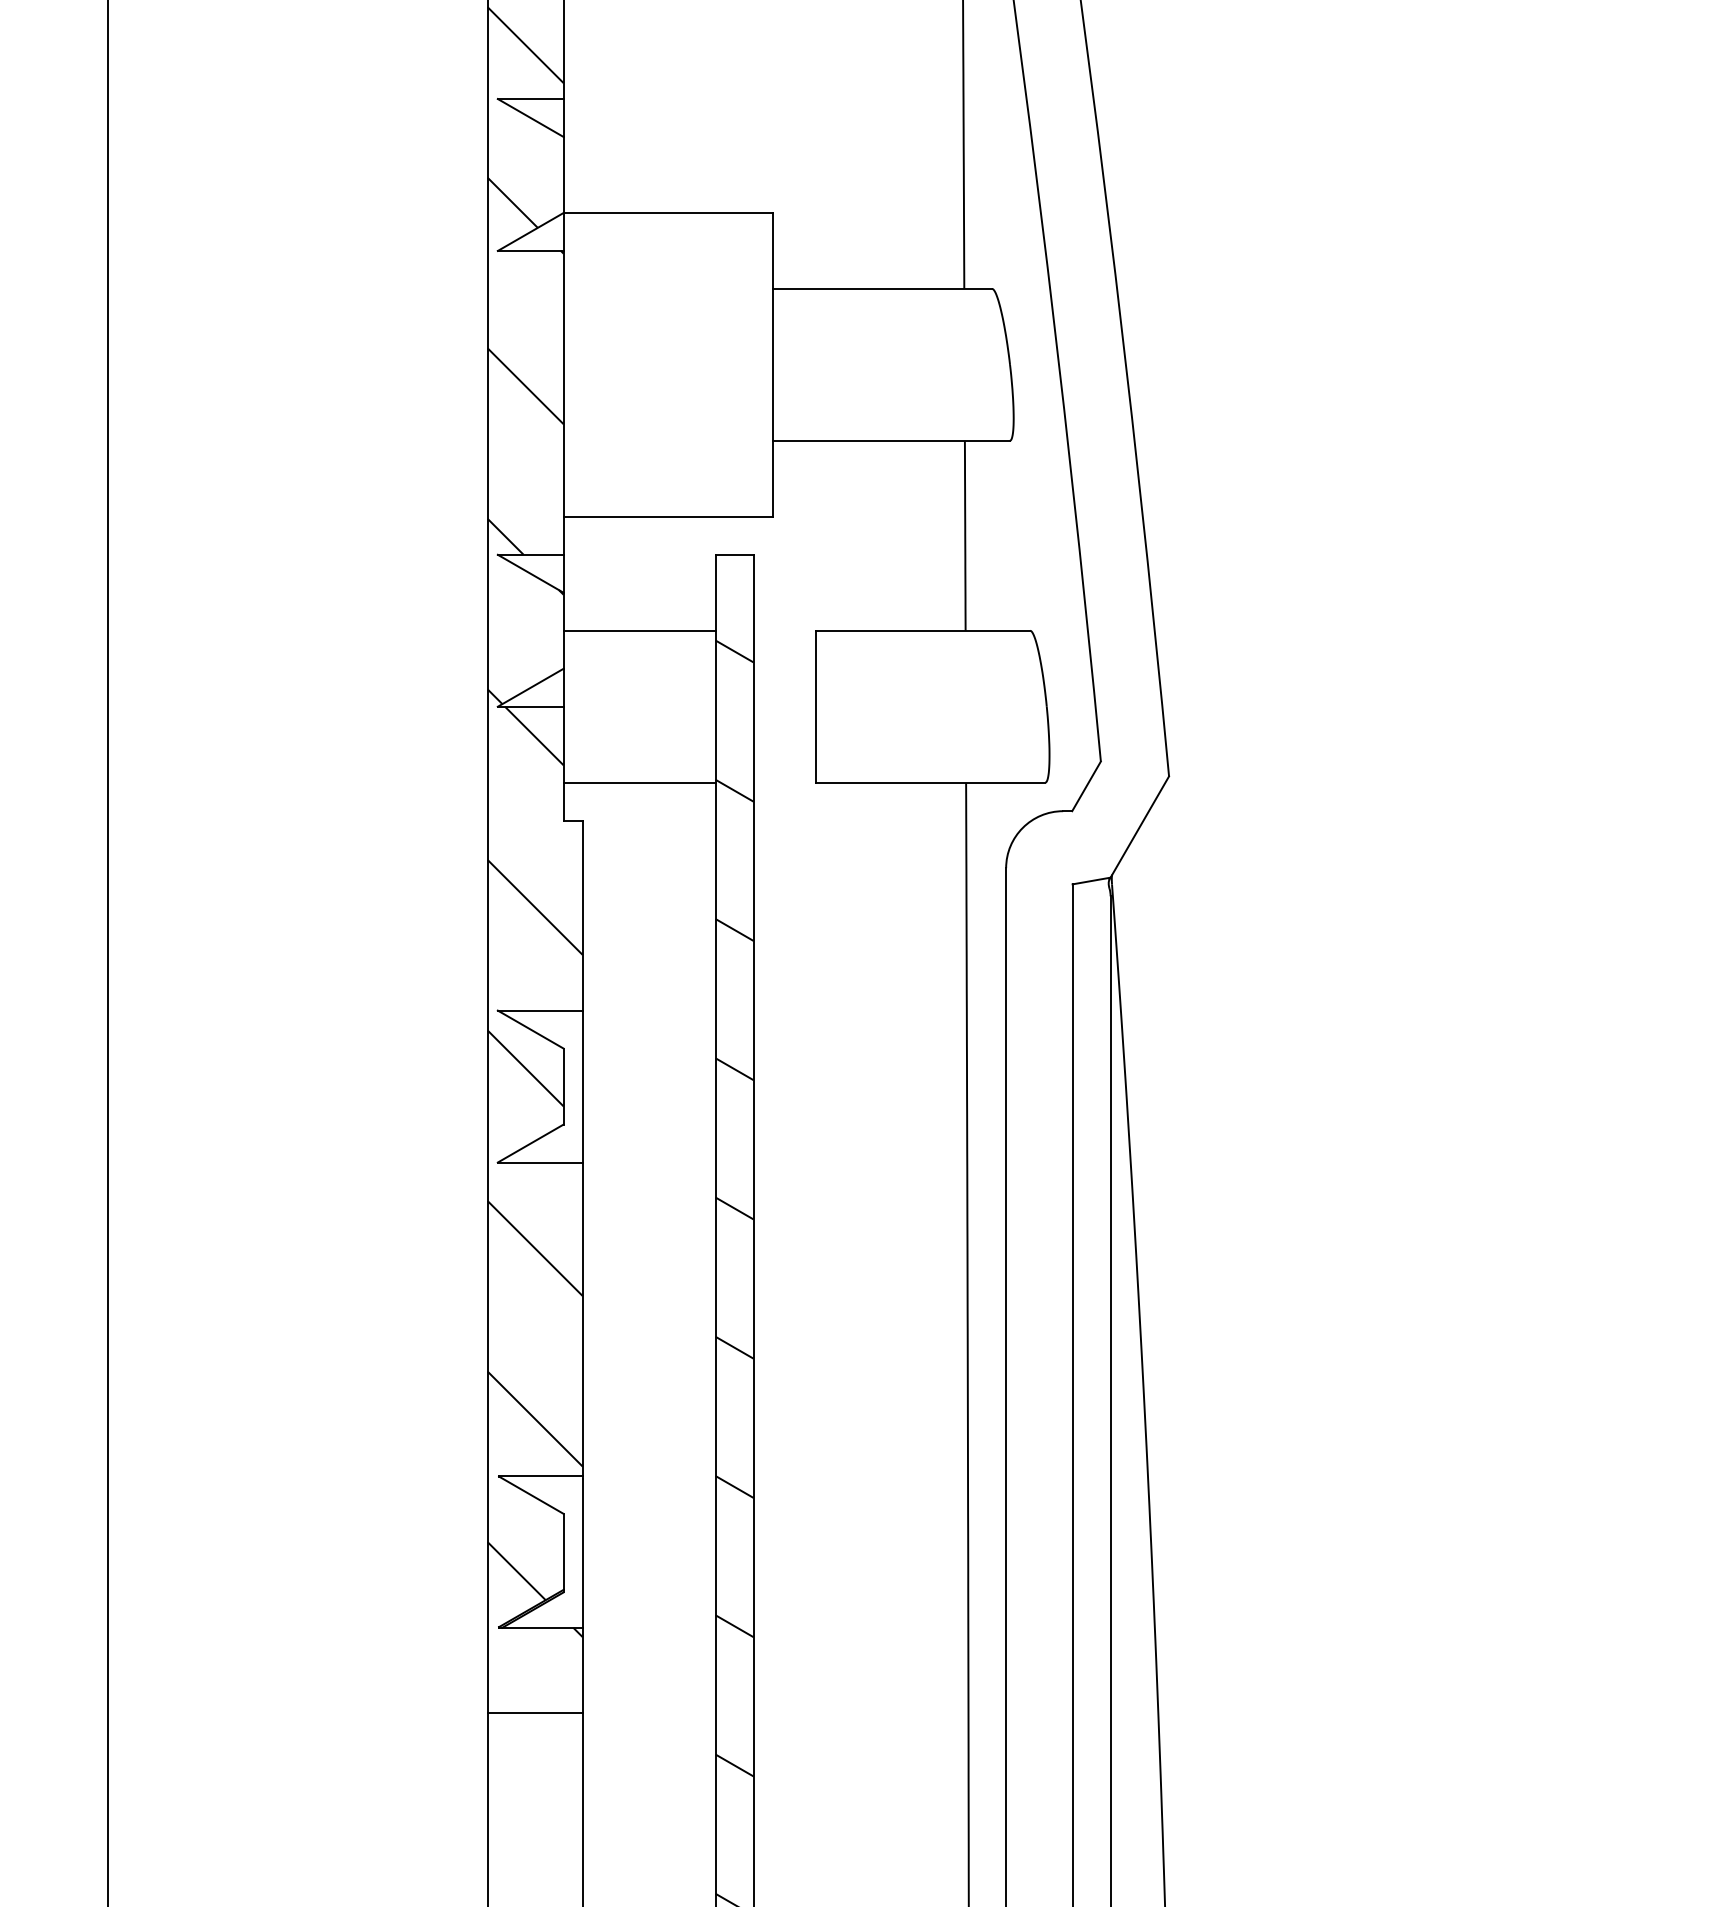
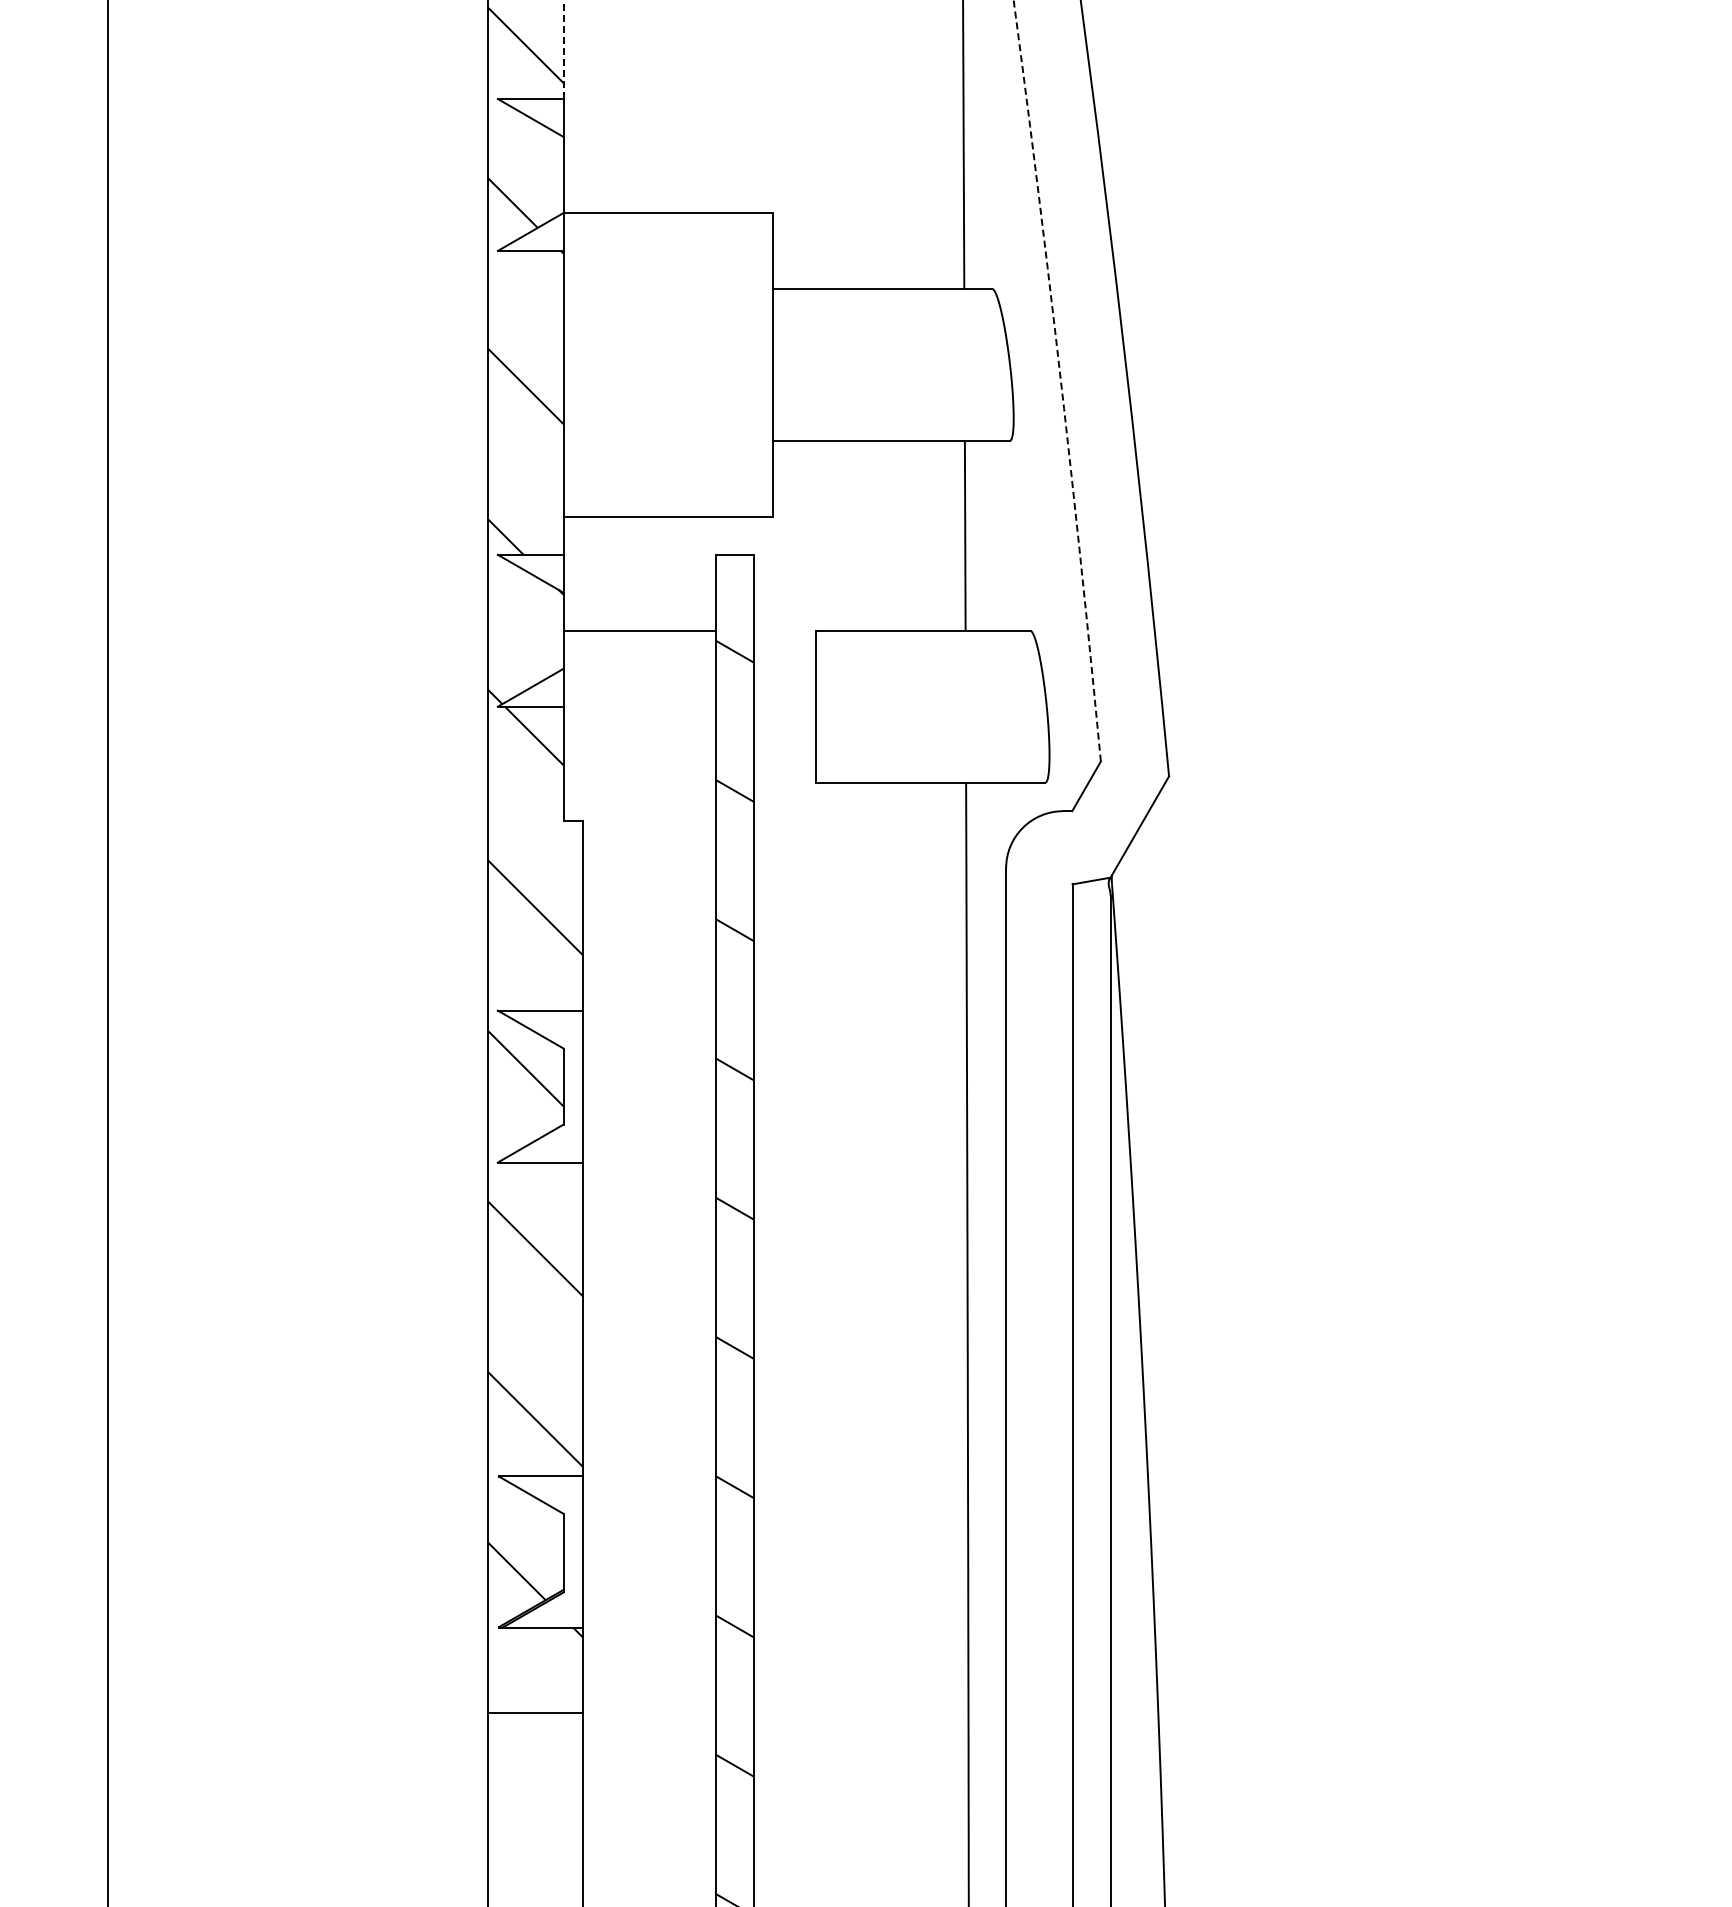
line at (563, 49): solid -> dashed
arc at (1060, 380): solid -> dashed
line at (639, 782): present -> none
